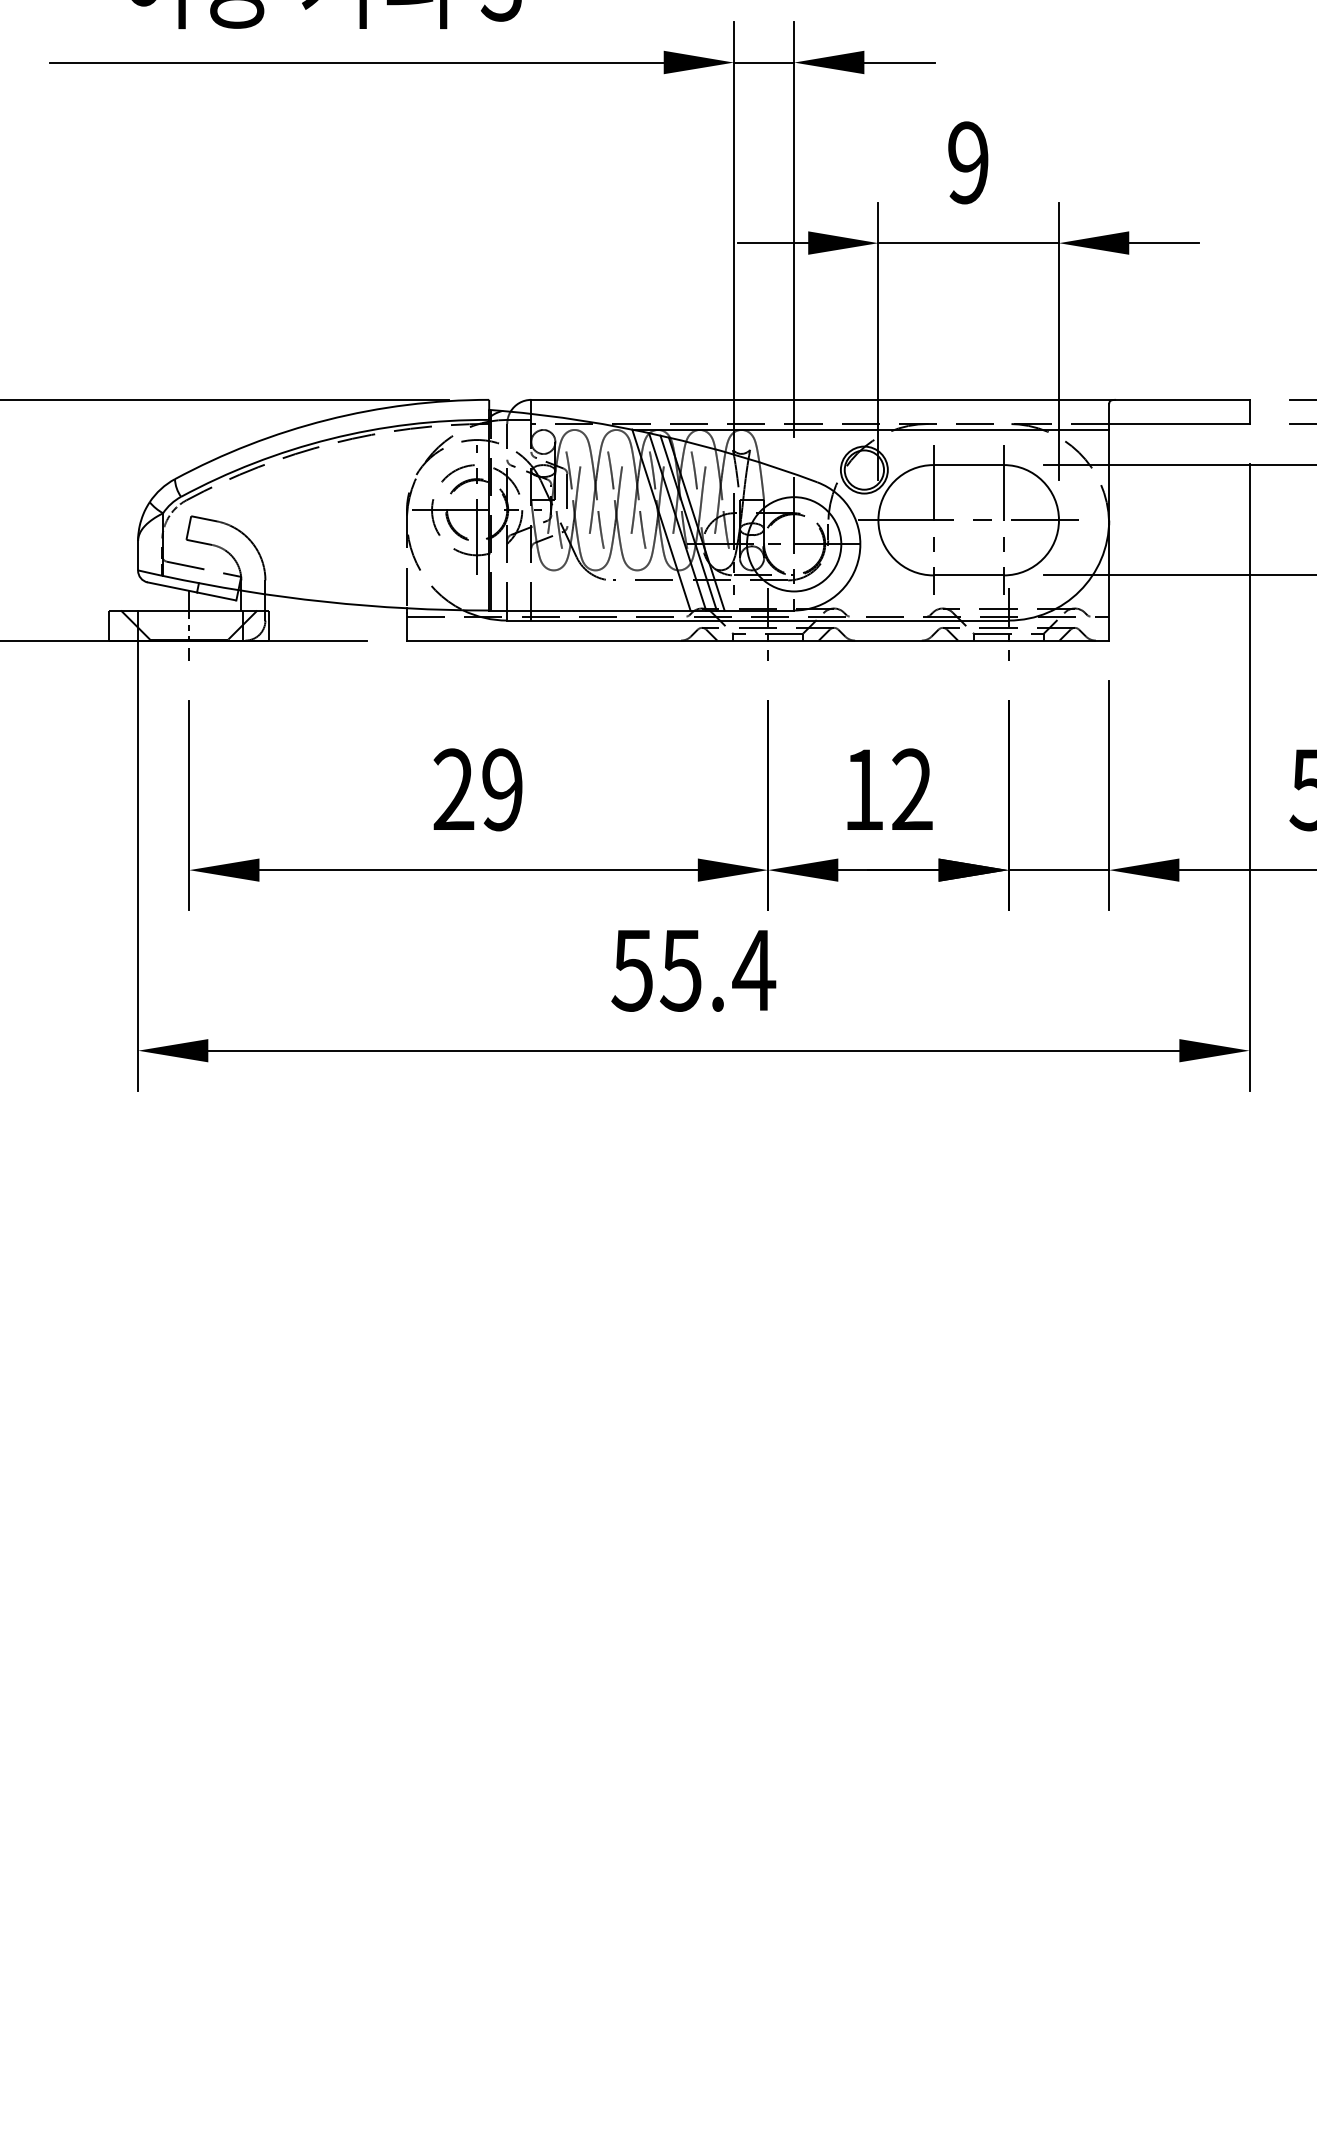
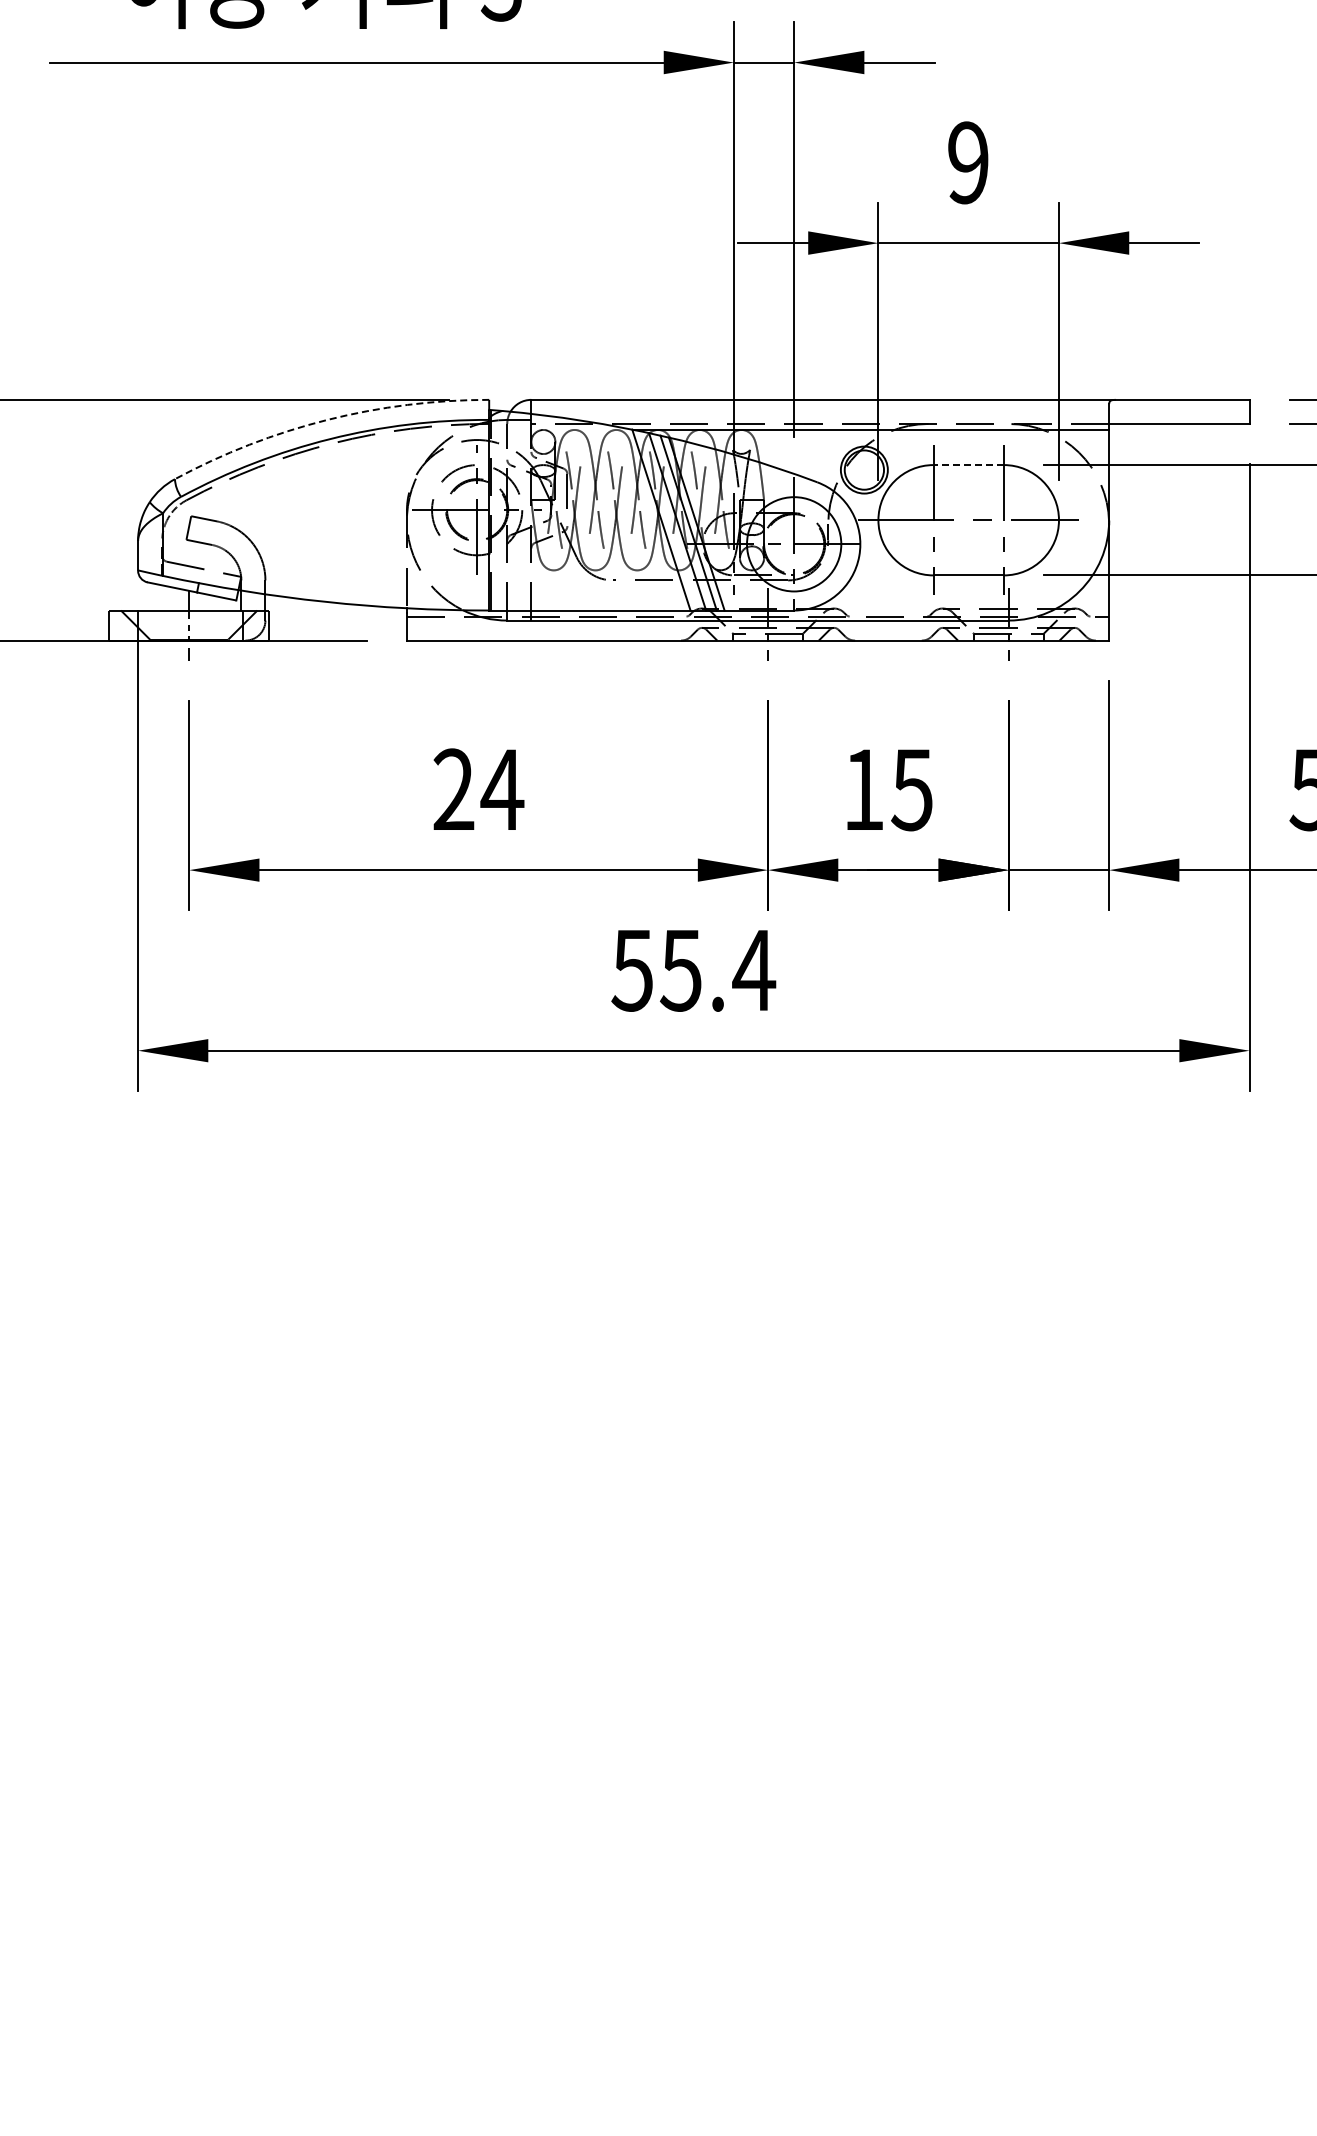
arc at (327, 420): solid -> dashed
line at (968, 465): solid -> dashed
text at (502, 789): 29 -> 24
text at (911, 789): 12 -> 15
